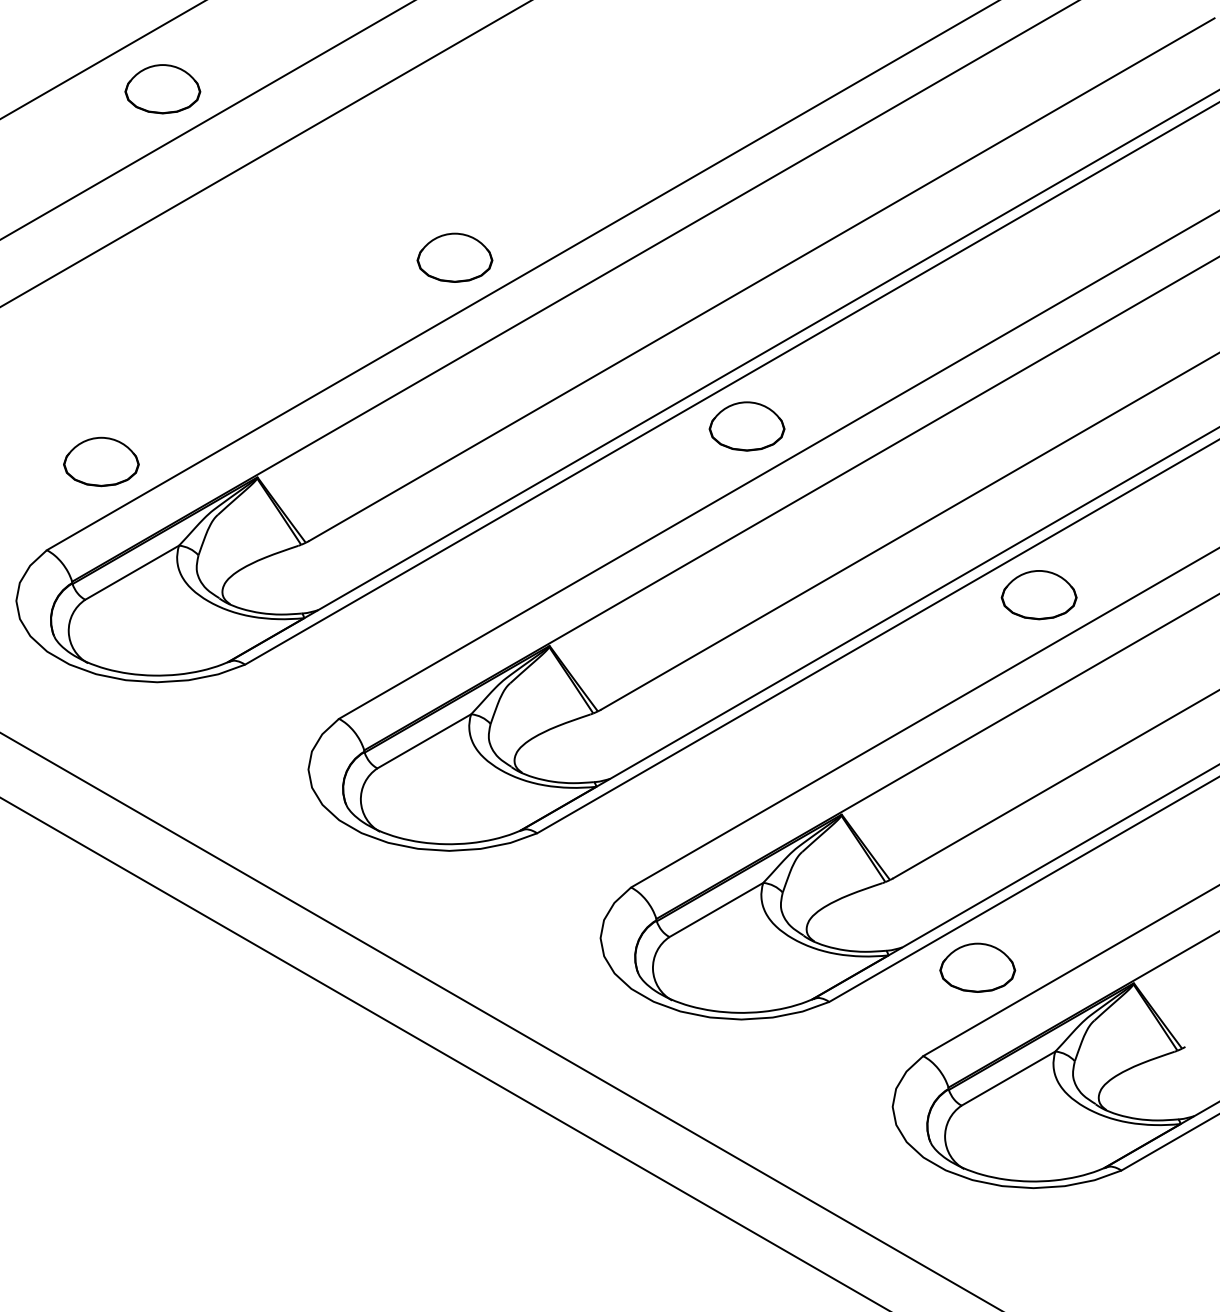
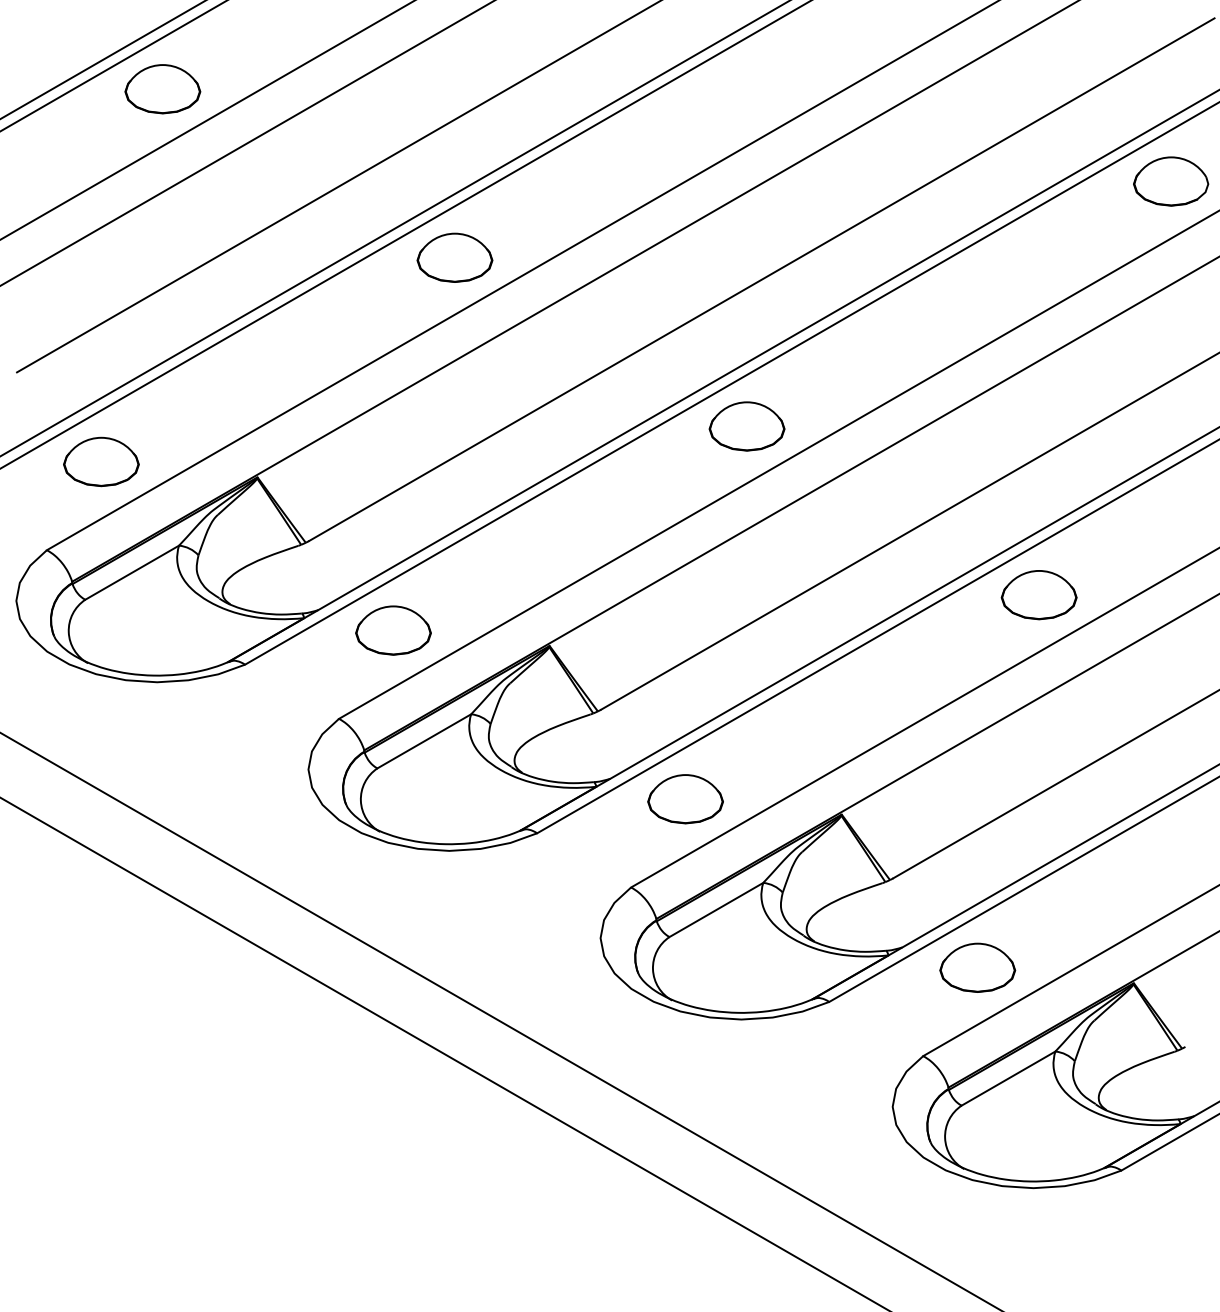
line at (113, 66): none -> present
line at (265, 154) position: (265, 154) -> (247, 143)
part at (1171, 181): none -> present
line at (337, 187): none -> present
line at (394, 228): none -> present
line at (405, 234): none -> present
part at (393, 630): none -> present
part at (685, 799): none -> present
